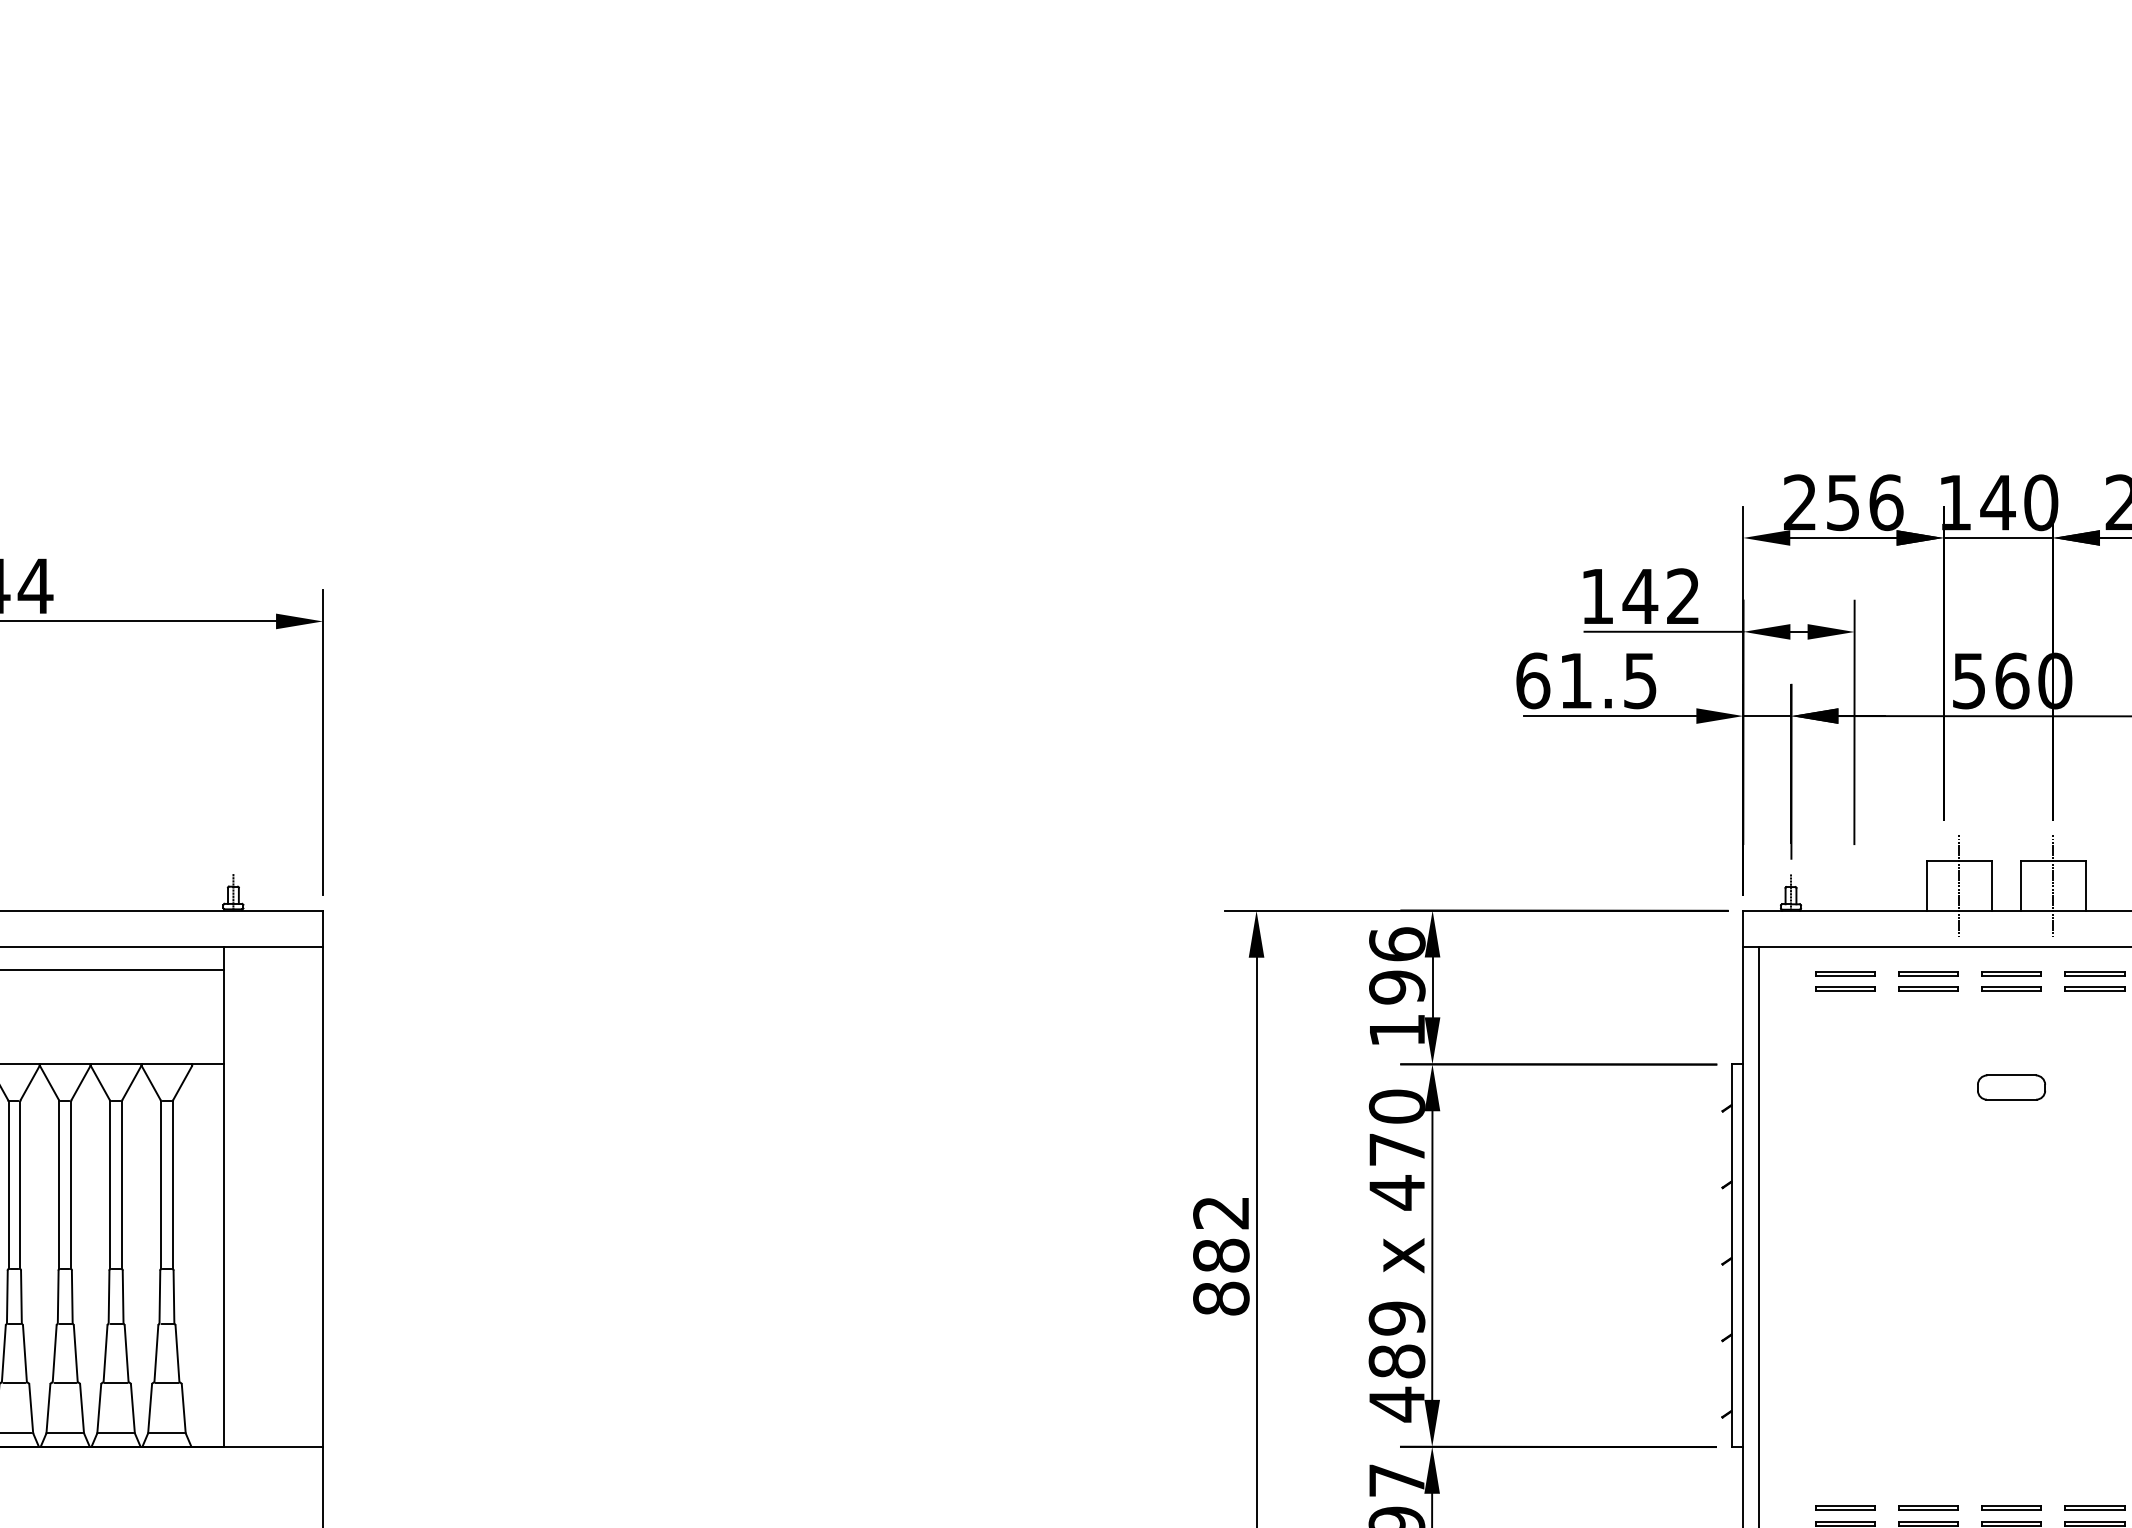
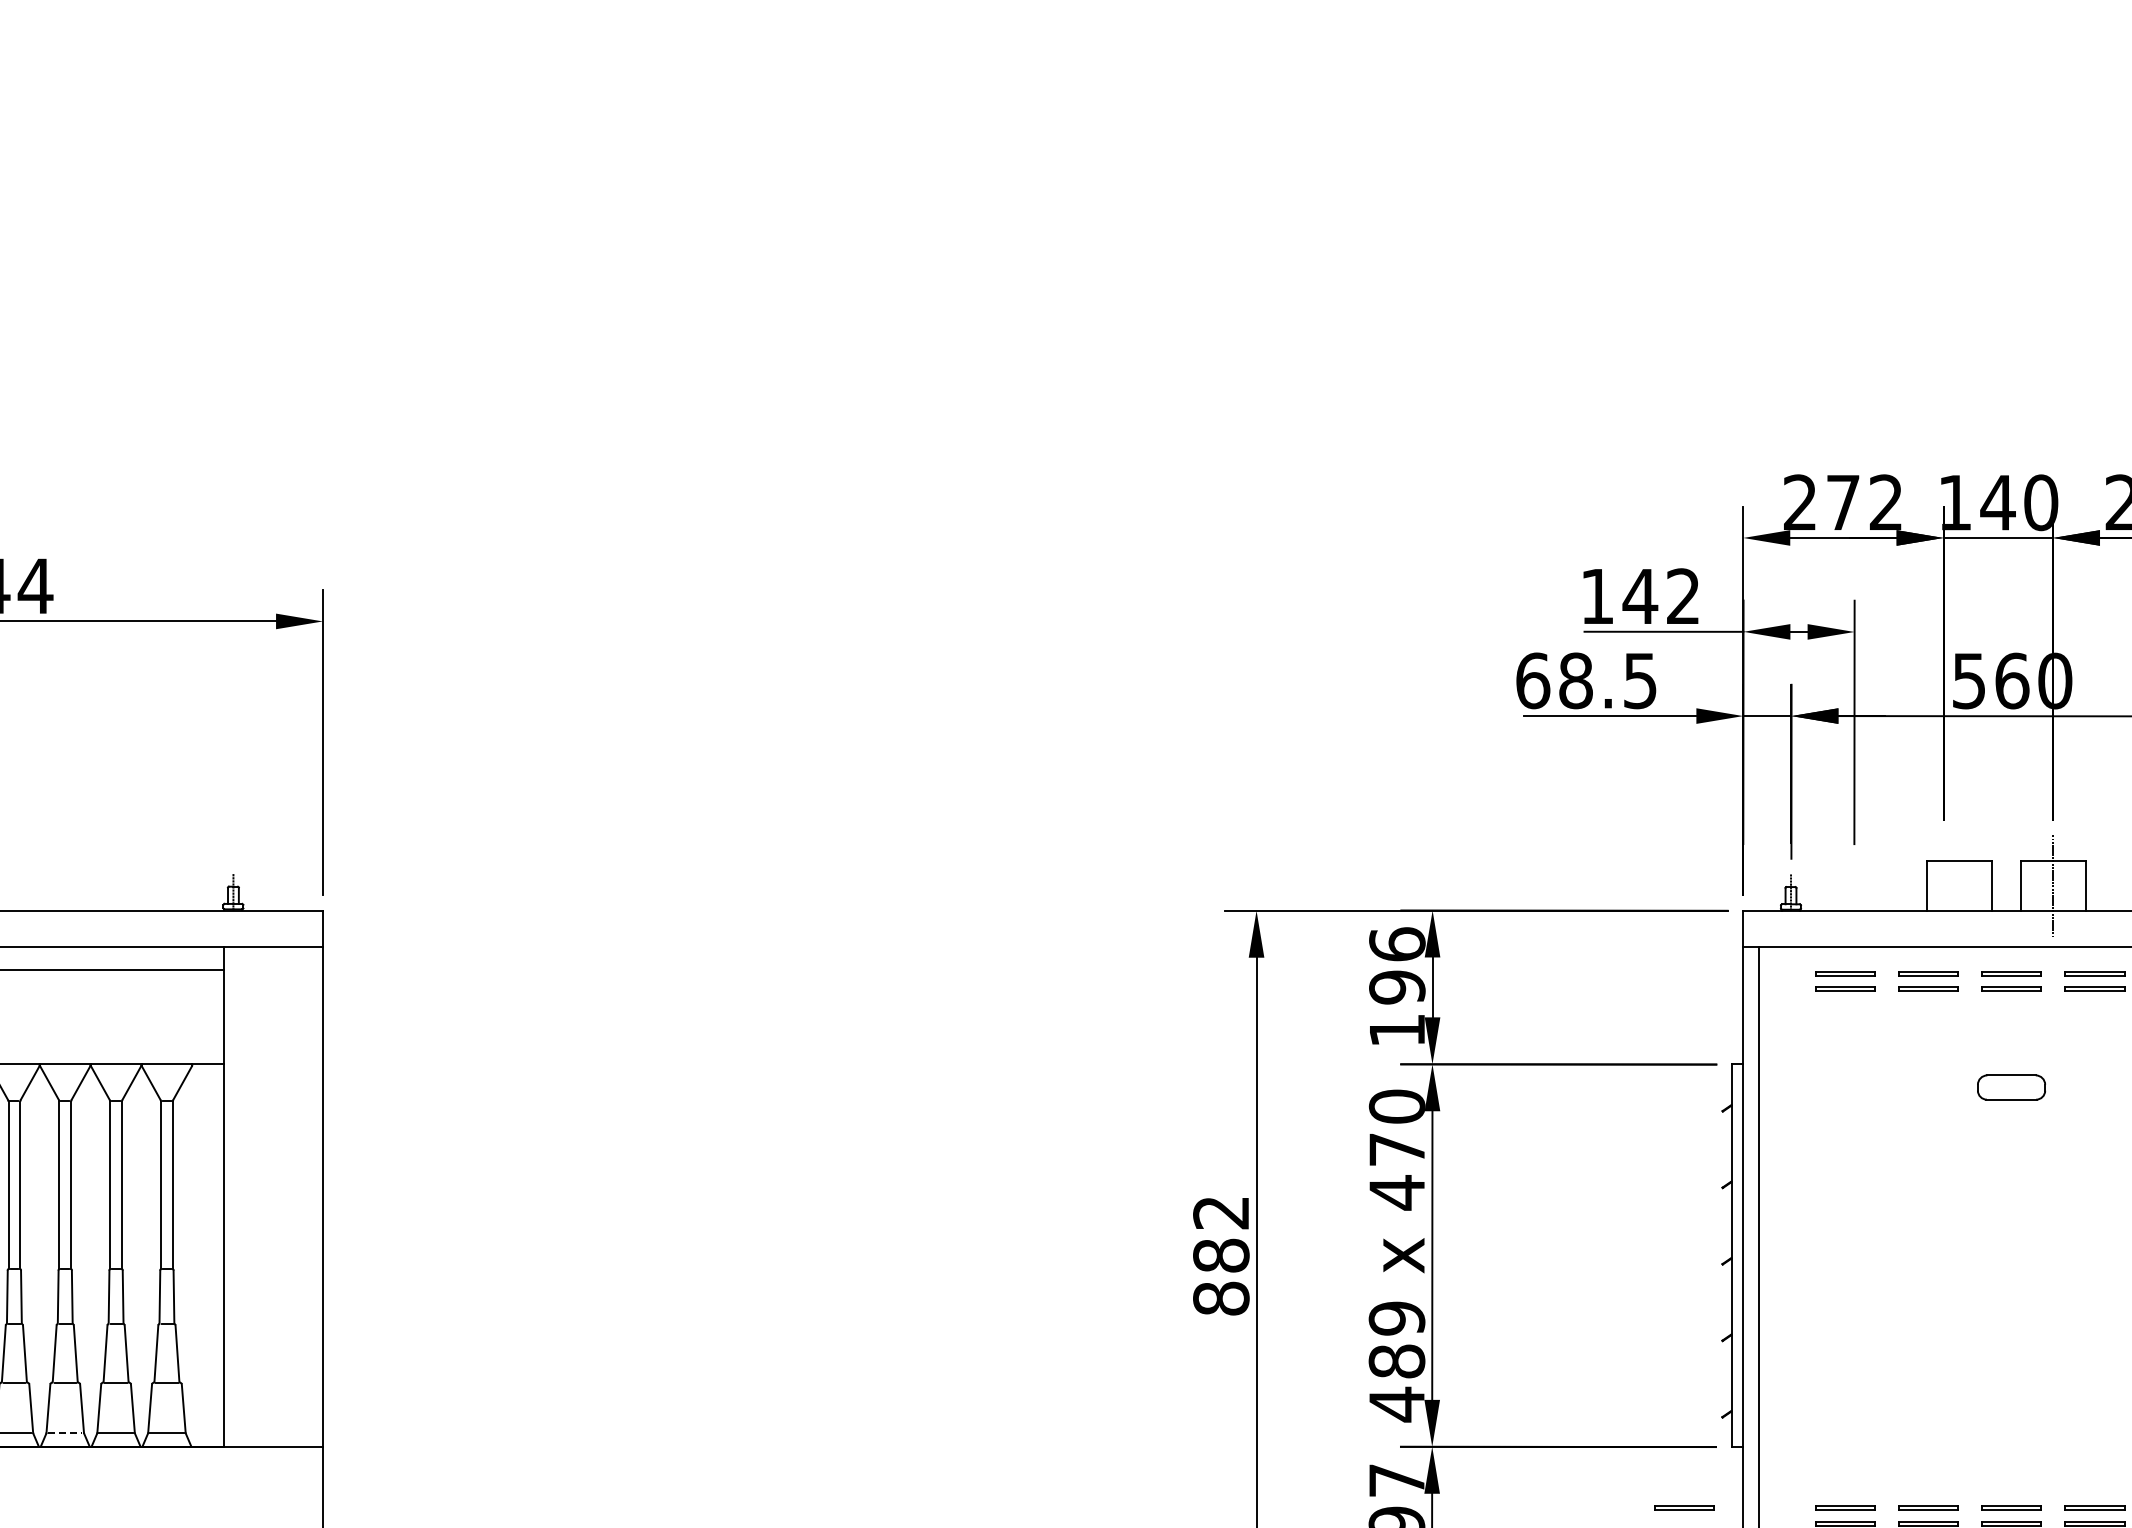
text at (1865, 502): 256 -> 272
text at (1575, 680): 61.5 -> 68.5
line at (1959, 885): present -> none
line at (65, 1433): solid -> dashed
part at (1684, 1507): none -> present
